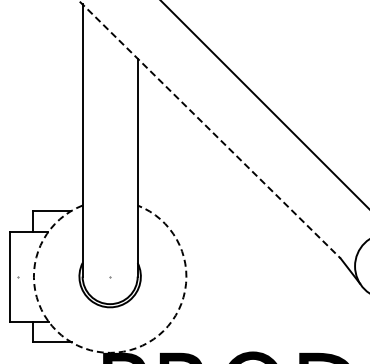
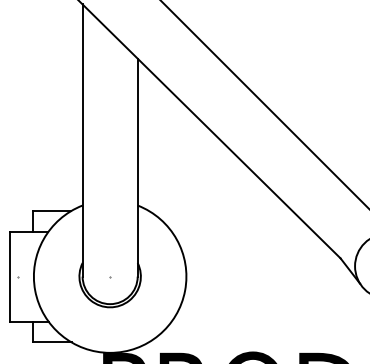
line at (209, 129): dashed -> solid
arc at (110, 352): dashed -> solid
